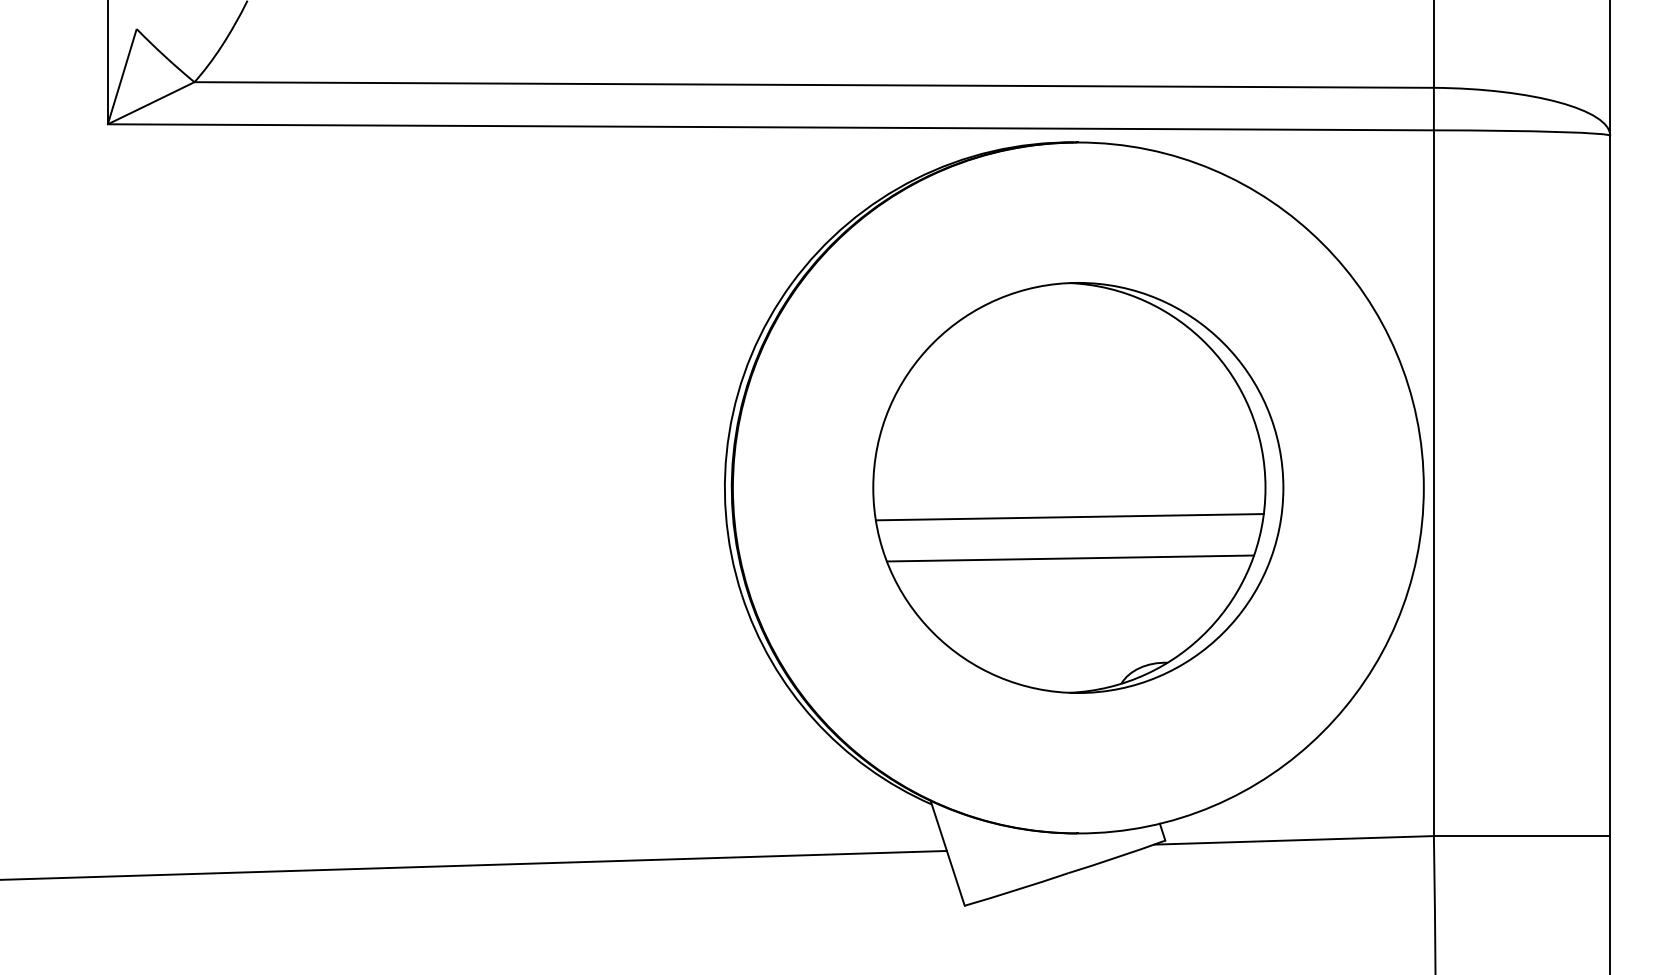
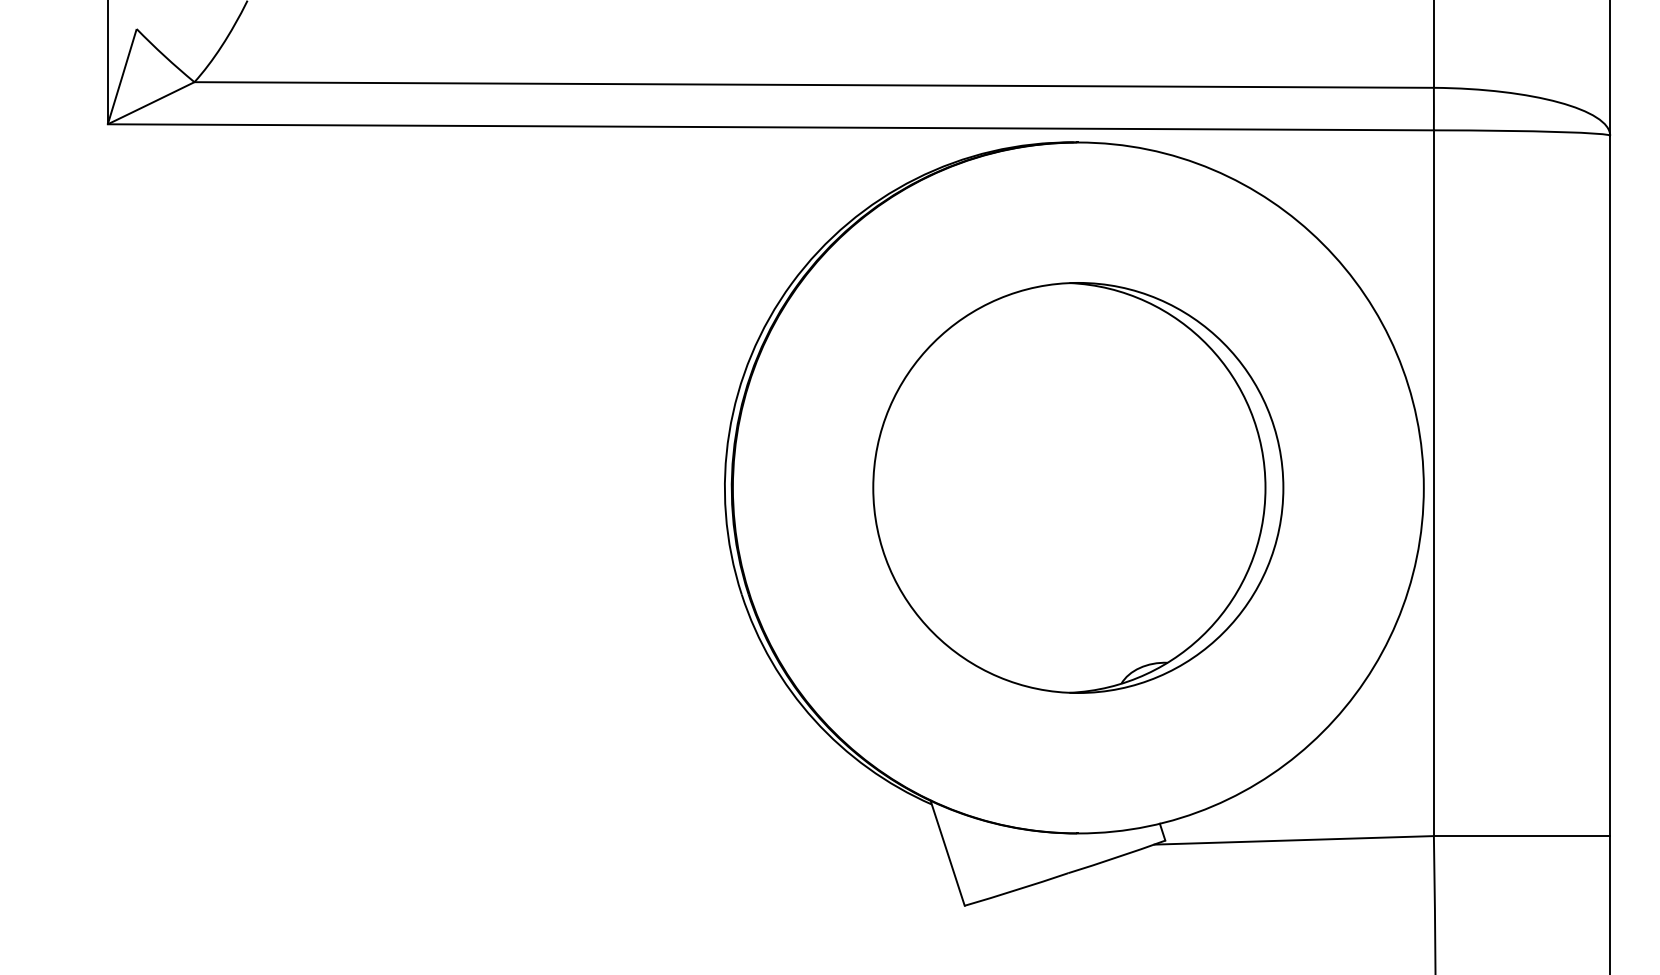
line at (1069, 517): present -> none
line at (1070, 558): present -> none
line at (474, 864): present -> none
